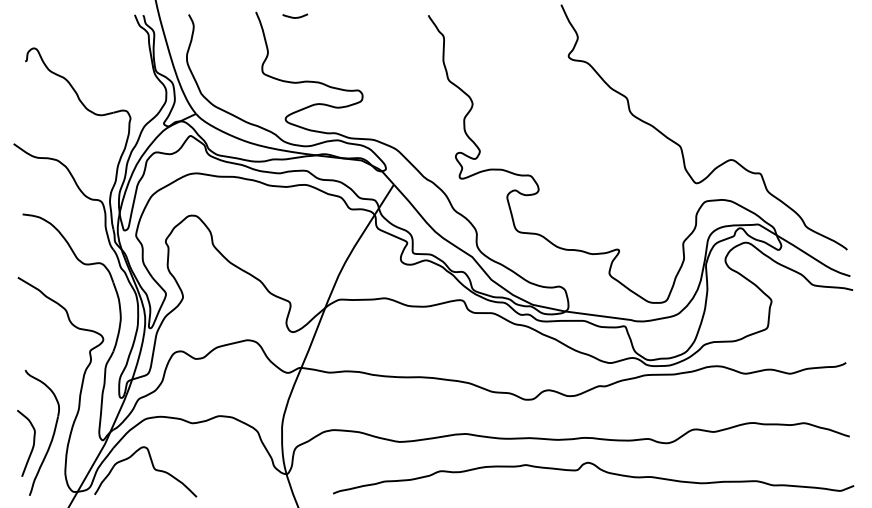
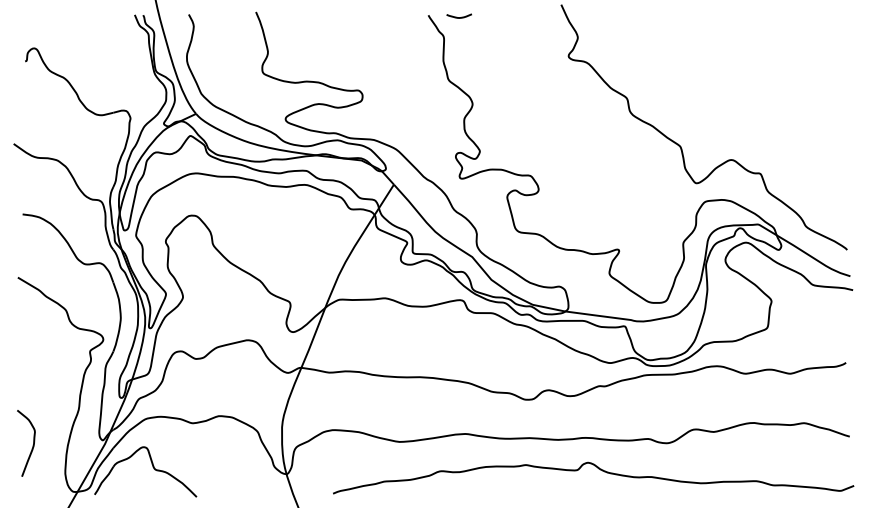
curve at (294, 17) position: (294, 17) -> (458, 17)
part at (52, 434): present -> none
